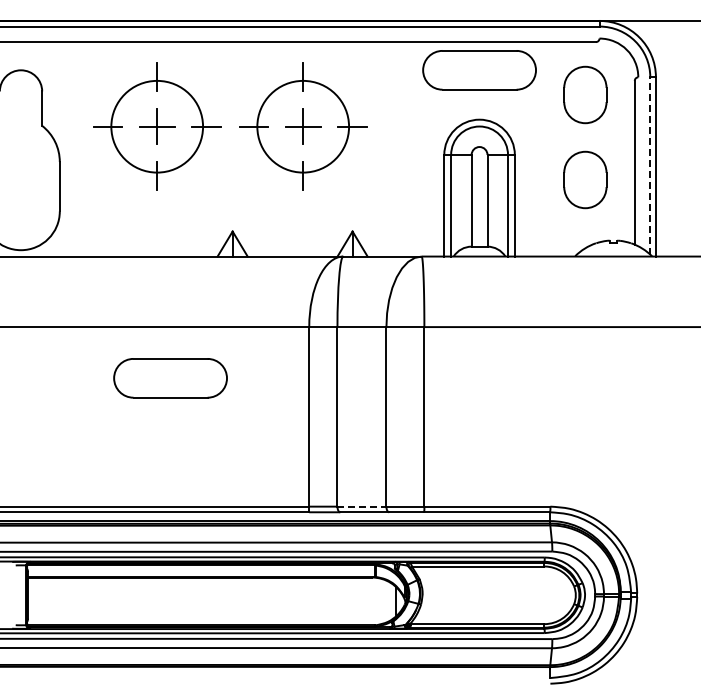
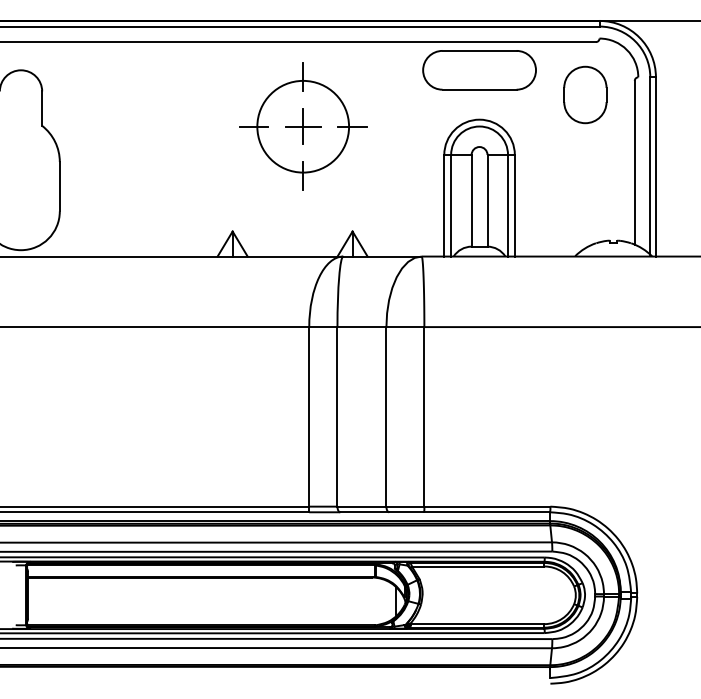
part at (157, 126): present -> none
line at (650, 165): dashed -> solid
part at (585, 179): present -> none
part at (170, 378): present -> none
line at (362, 506): dashed -> solid
